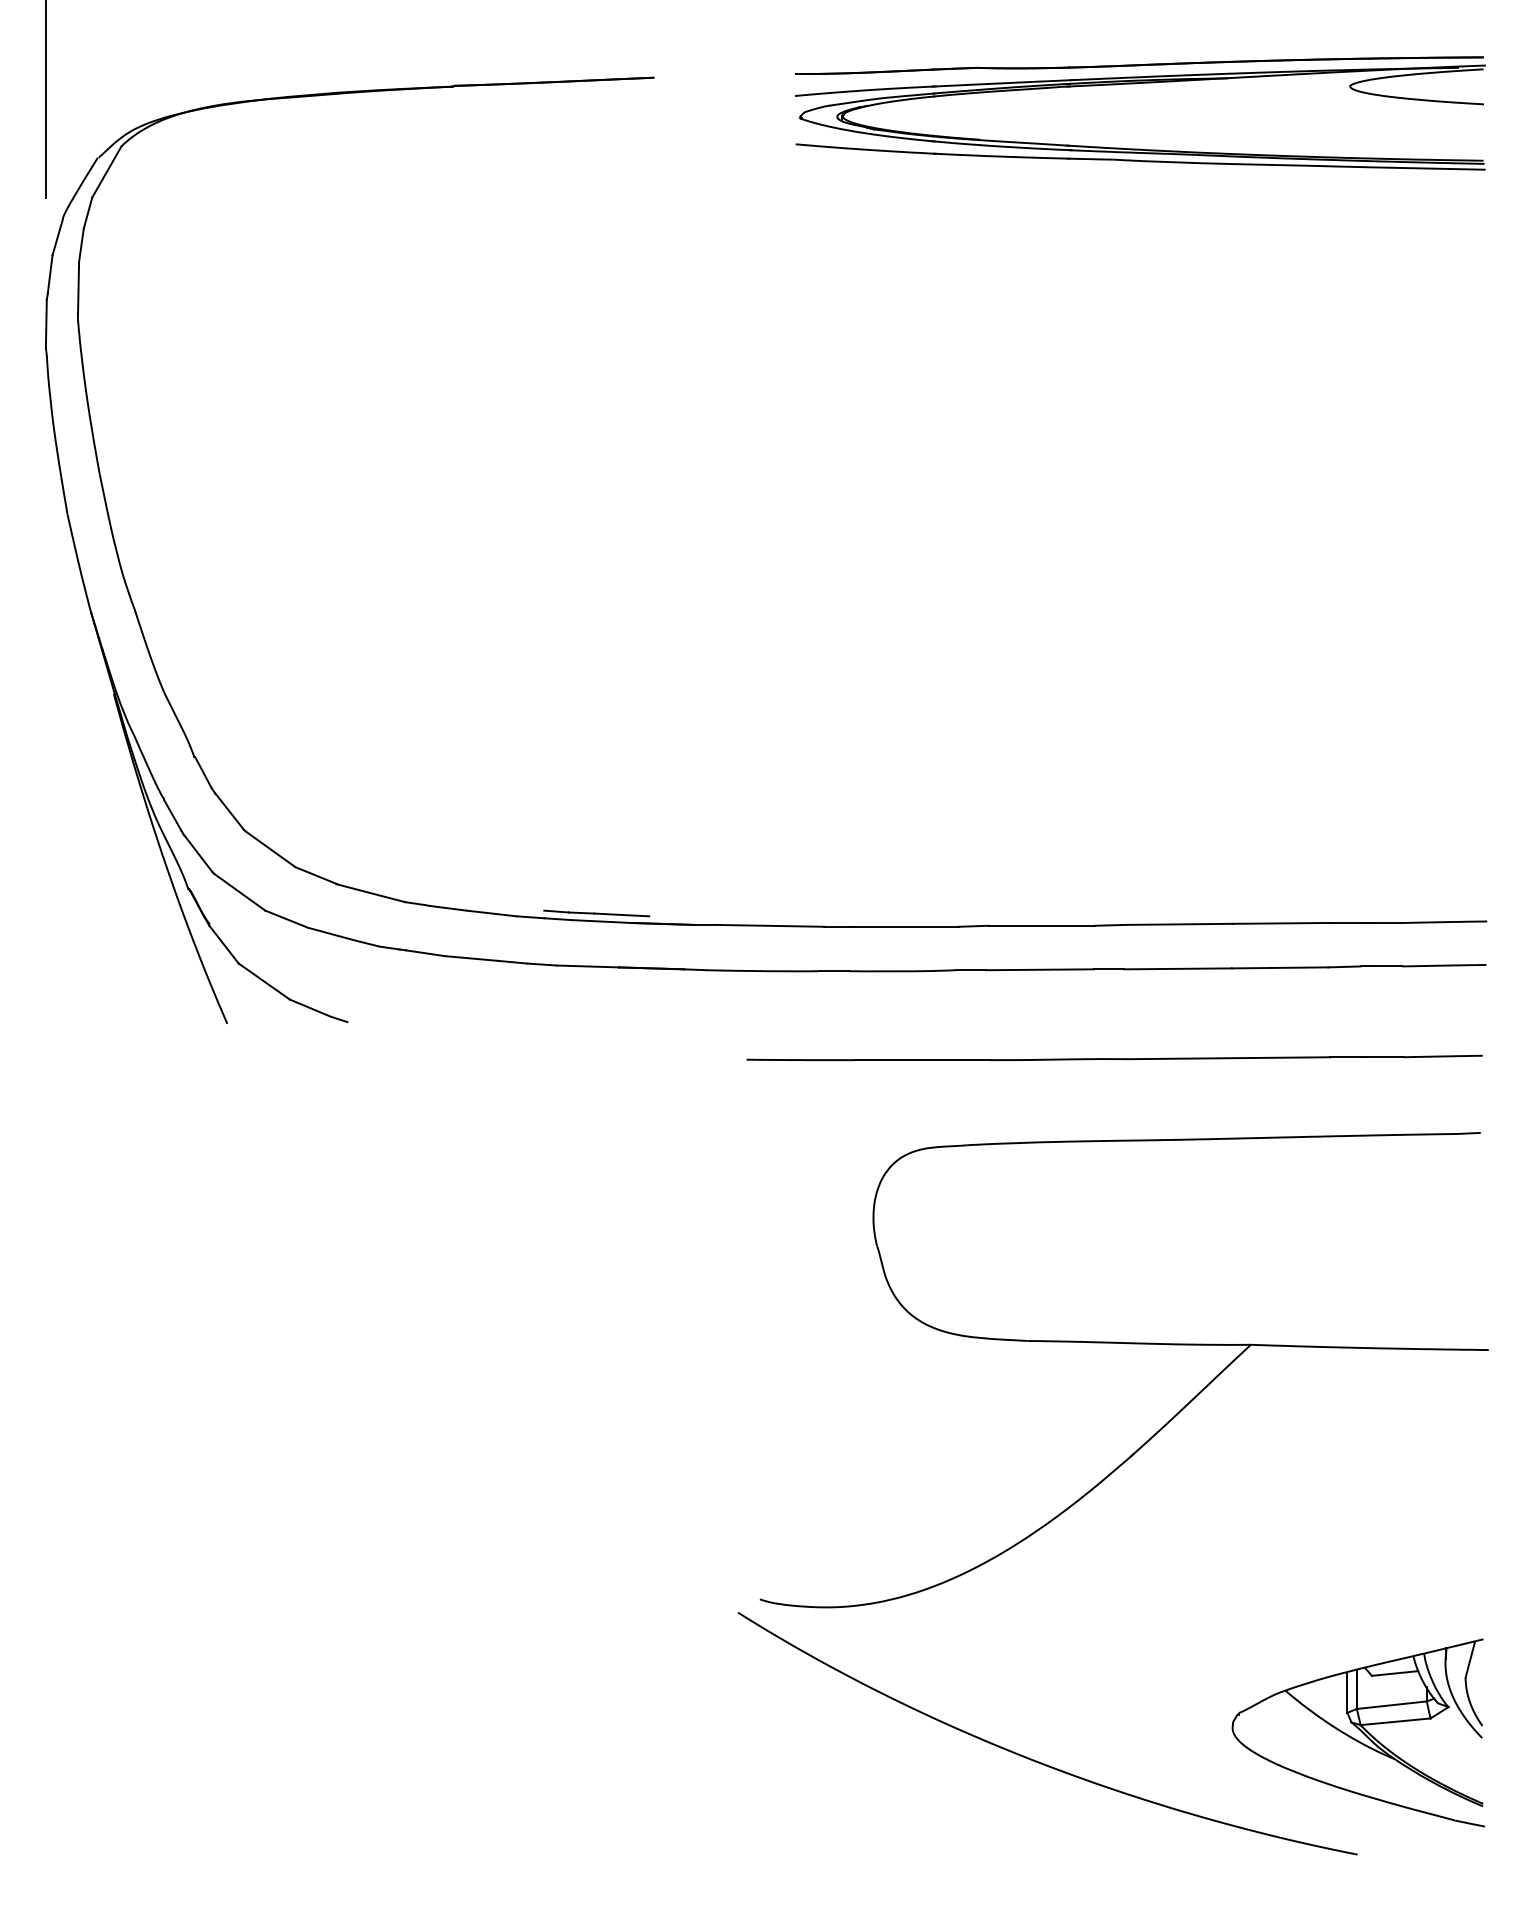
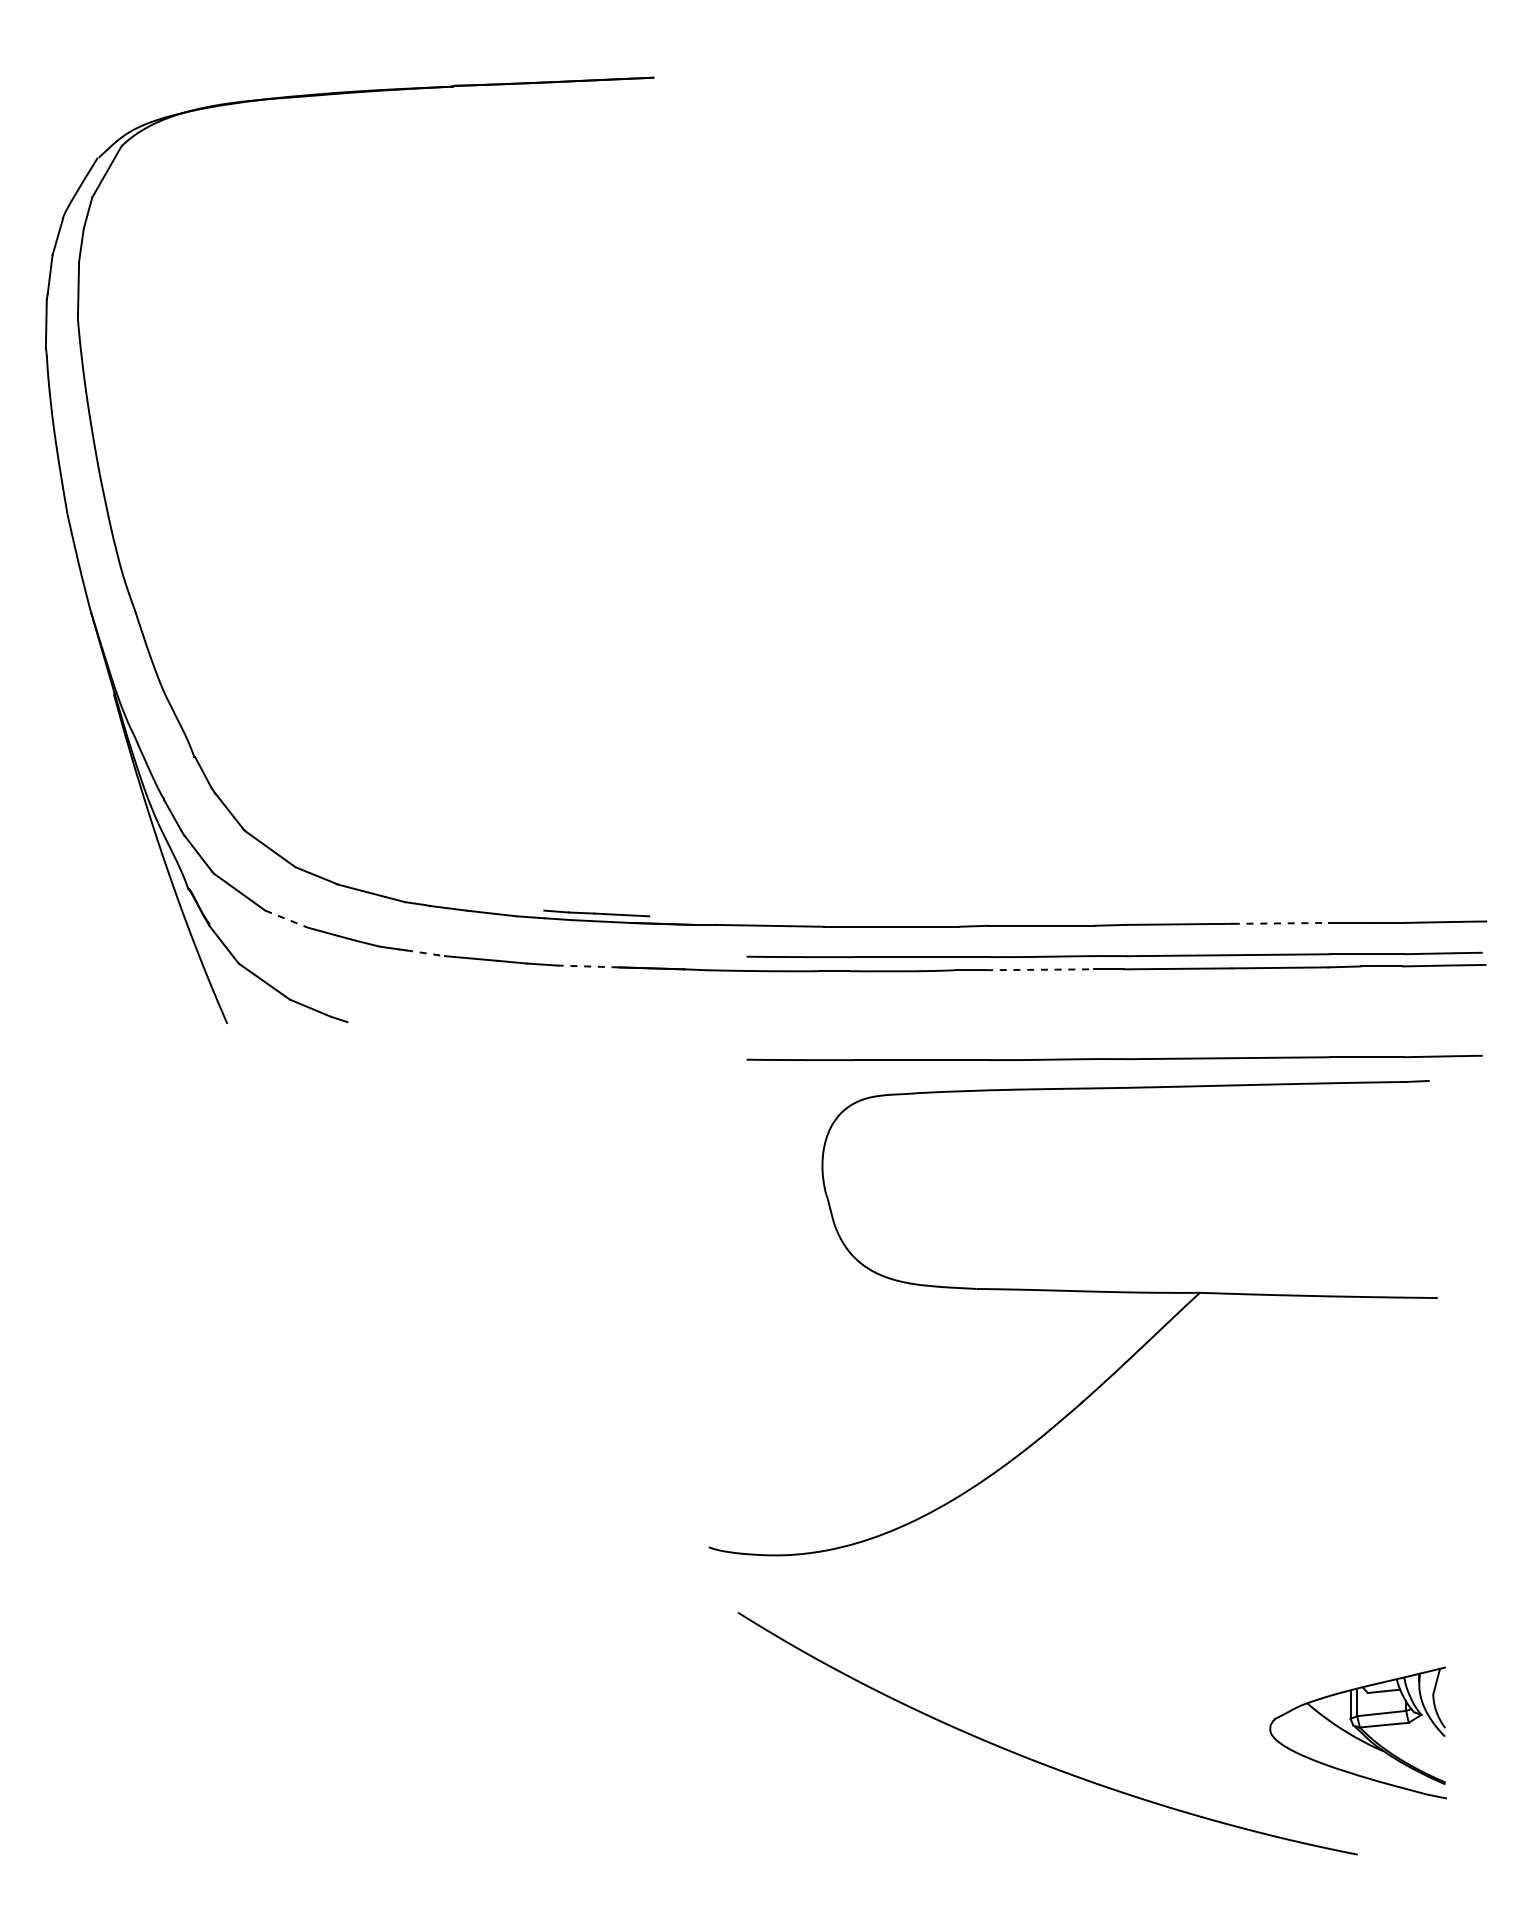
part at (1135, 84): present -> none
line at (45, 99): present -> none
line at (286, 919): solid -> dashed
line at (1281, 923): solid -> dashed
line at (425, 953): solid -> dashed
part at (1114, 954): none -> present
line at (588, 966): solid -> dashed
line at (1039, 969): solid -> dashed
part at (1128, 1344) position: (1128, 1344) -> (1077, 1292)
part at (1357, 1732) size: 254x190 px -> 178x134 px
